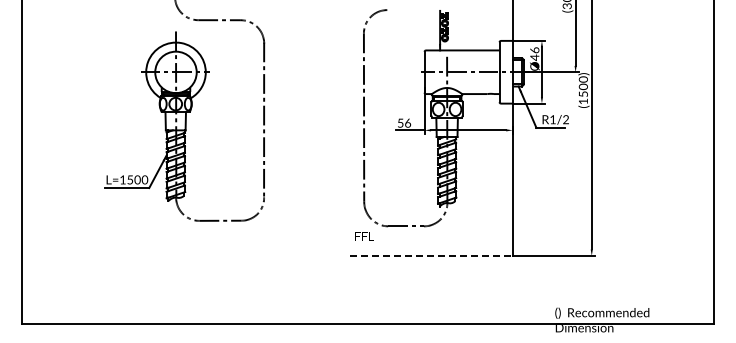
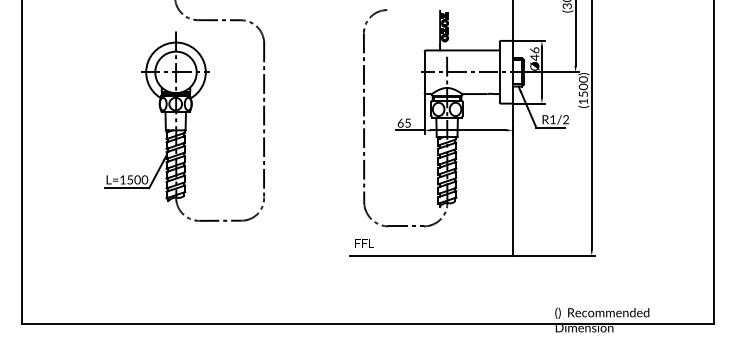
text at (404, 122): 56 -> 65
text at (364, 236) position: (364, 236) -> (364, 243)
line at (432, 255): dashed -> solid
